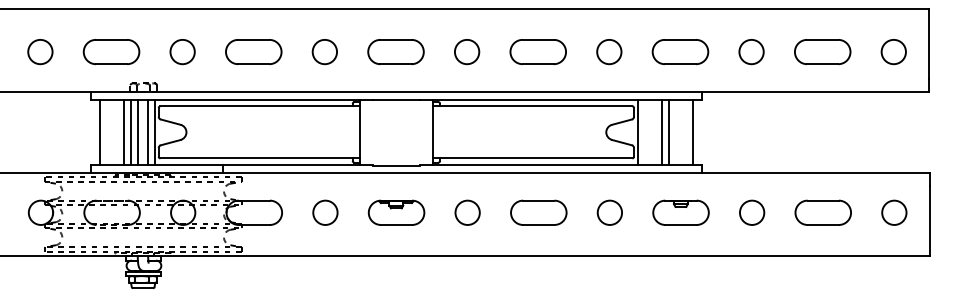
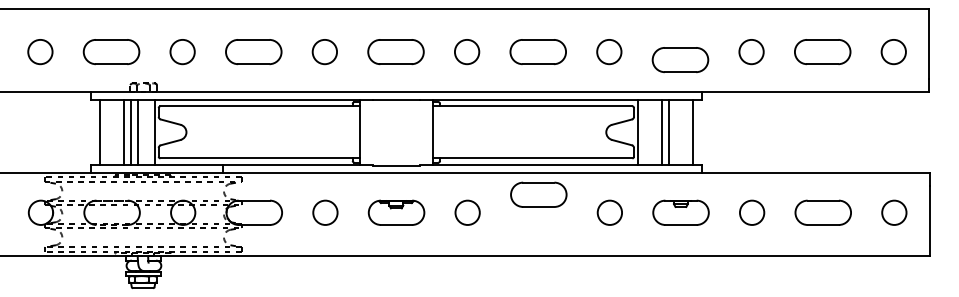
part at (680, 51) position: (680, 51) -> (680, 59)
line at (148, 132): present -> none
part at (538, 212) position: (538, 212) -> (538, 194)
